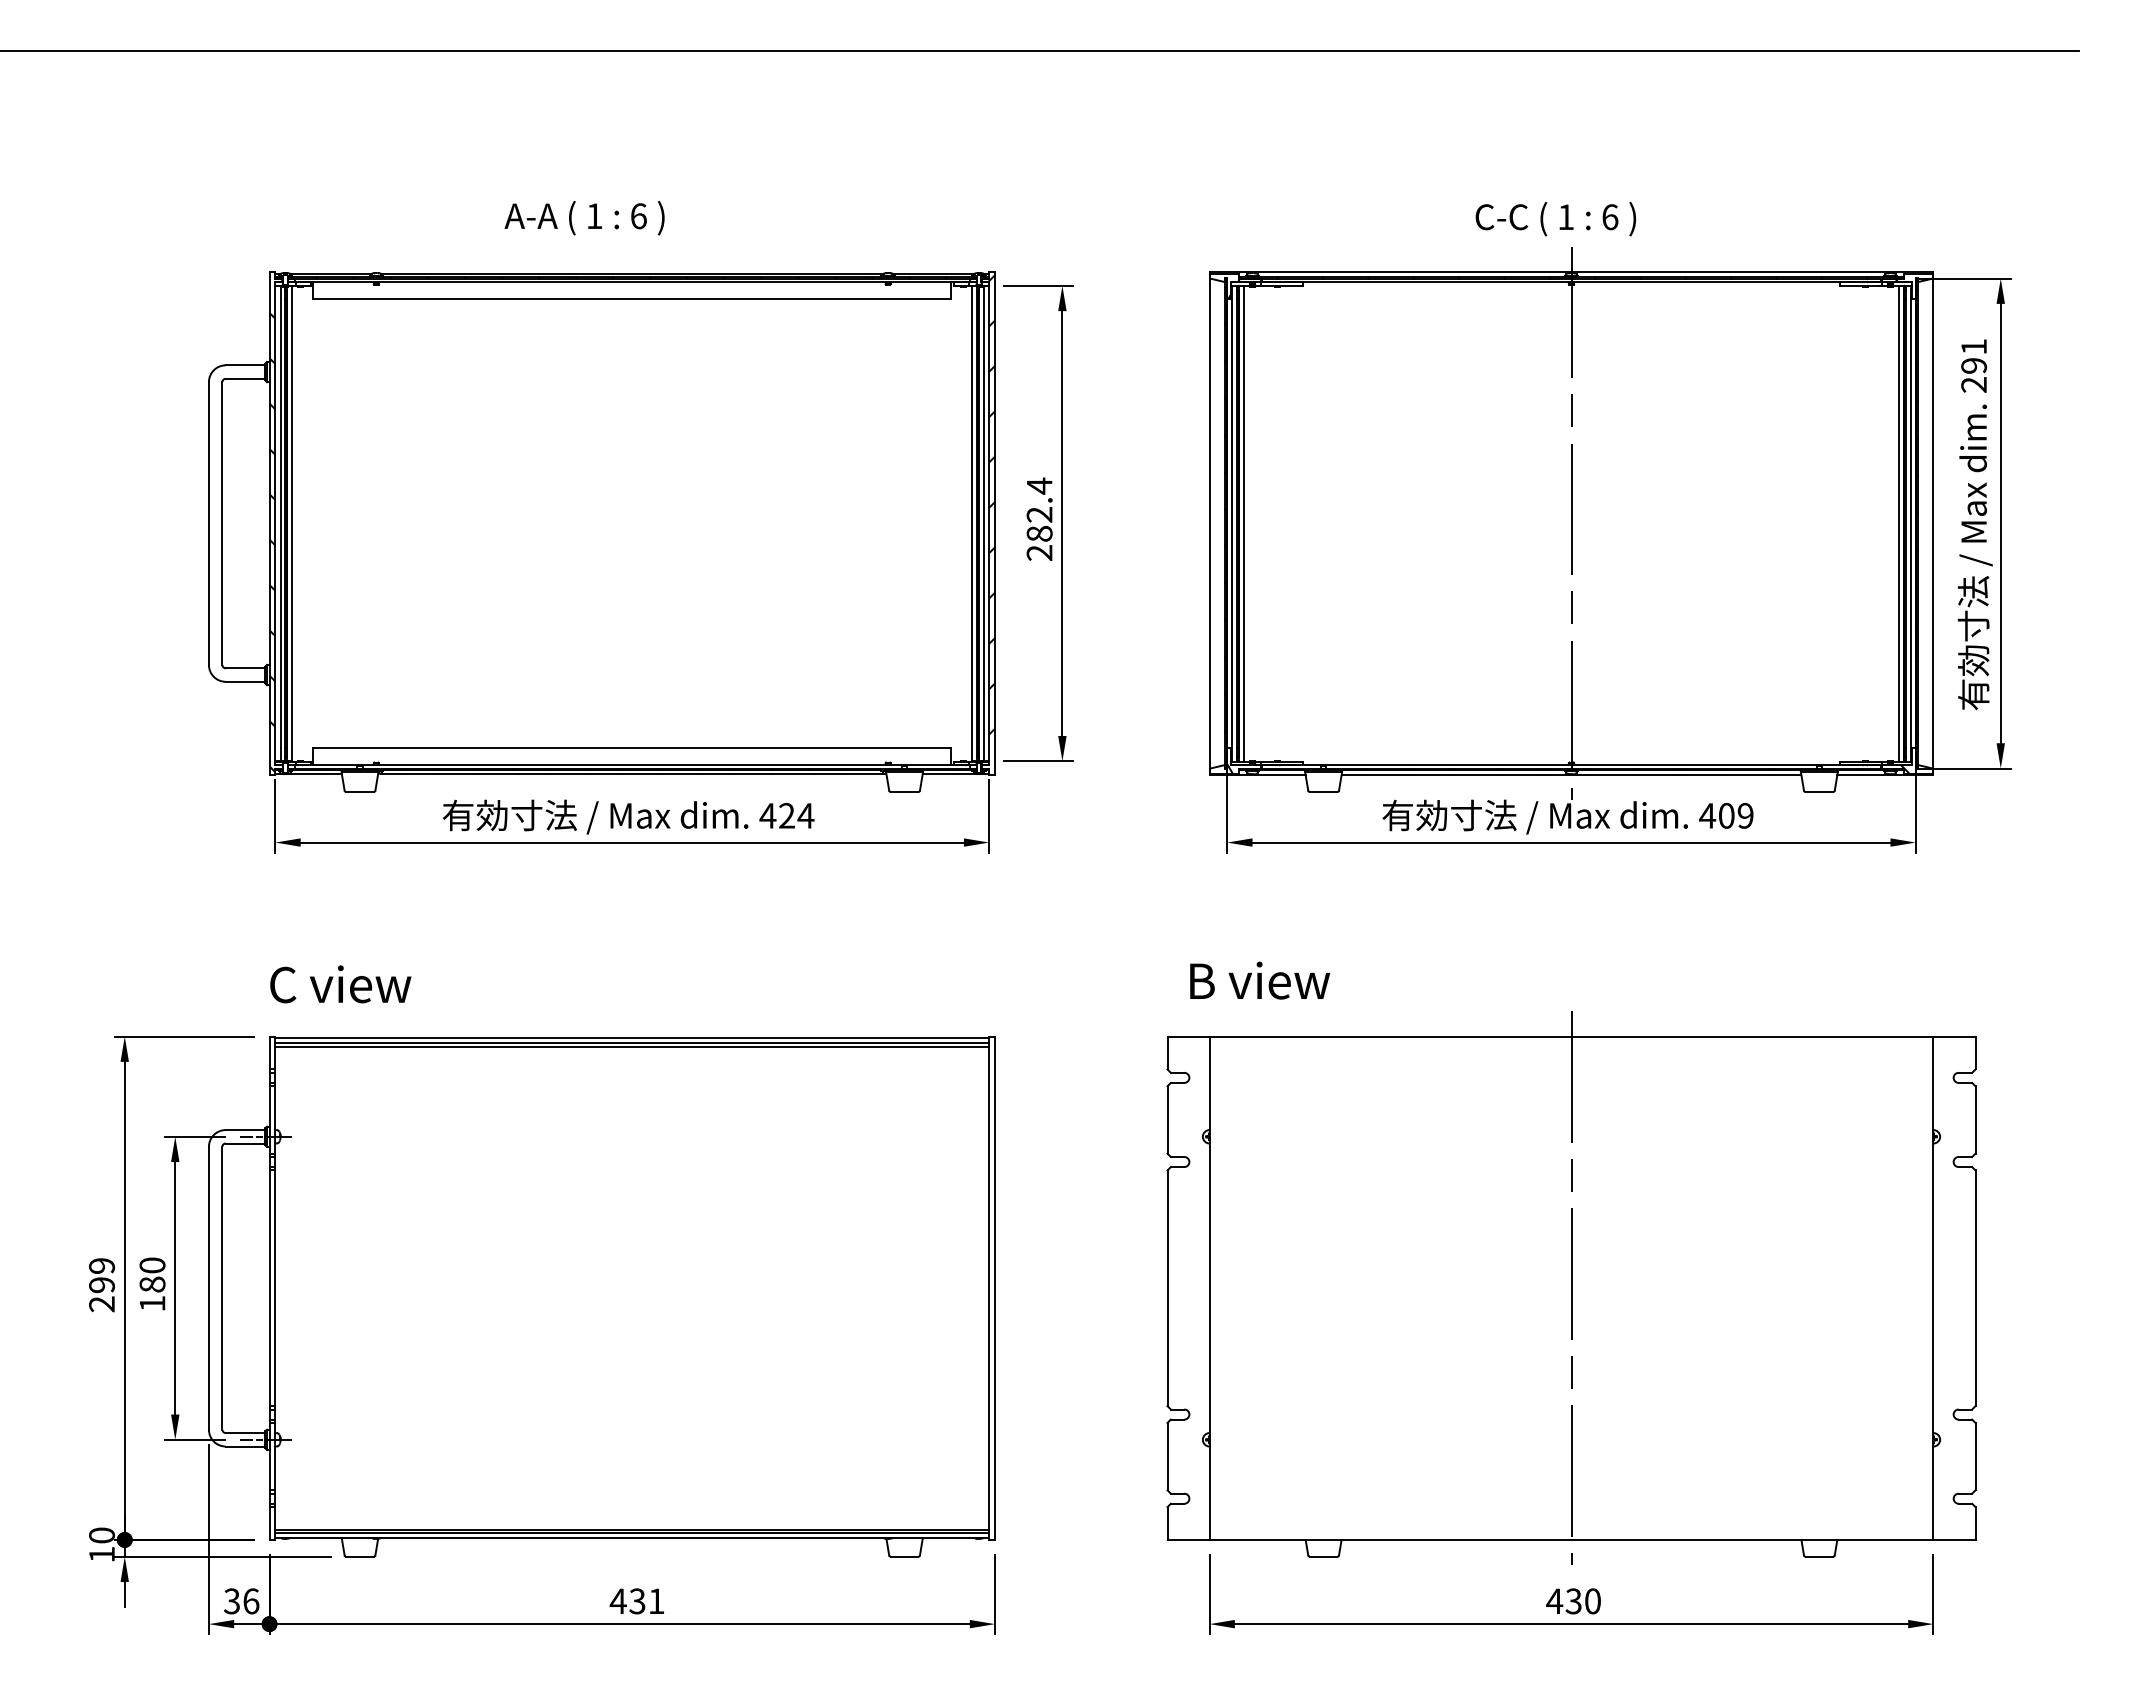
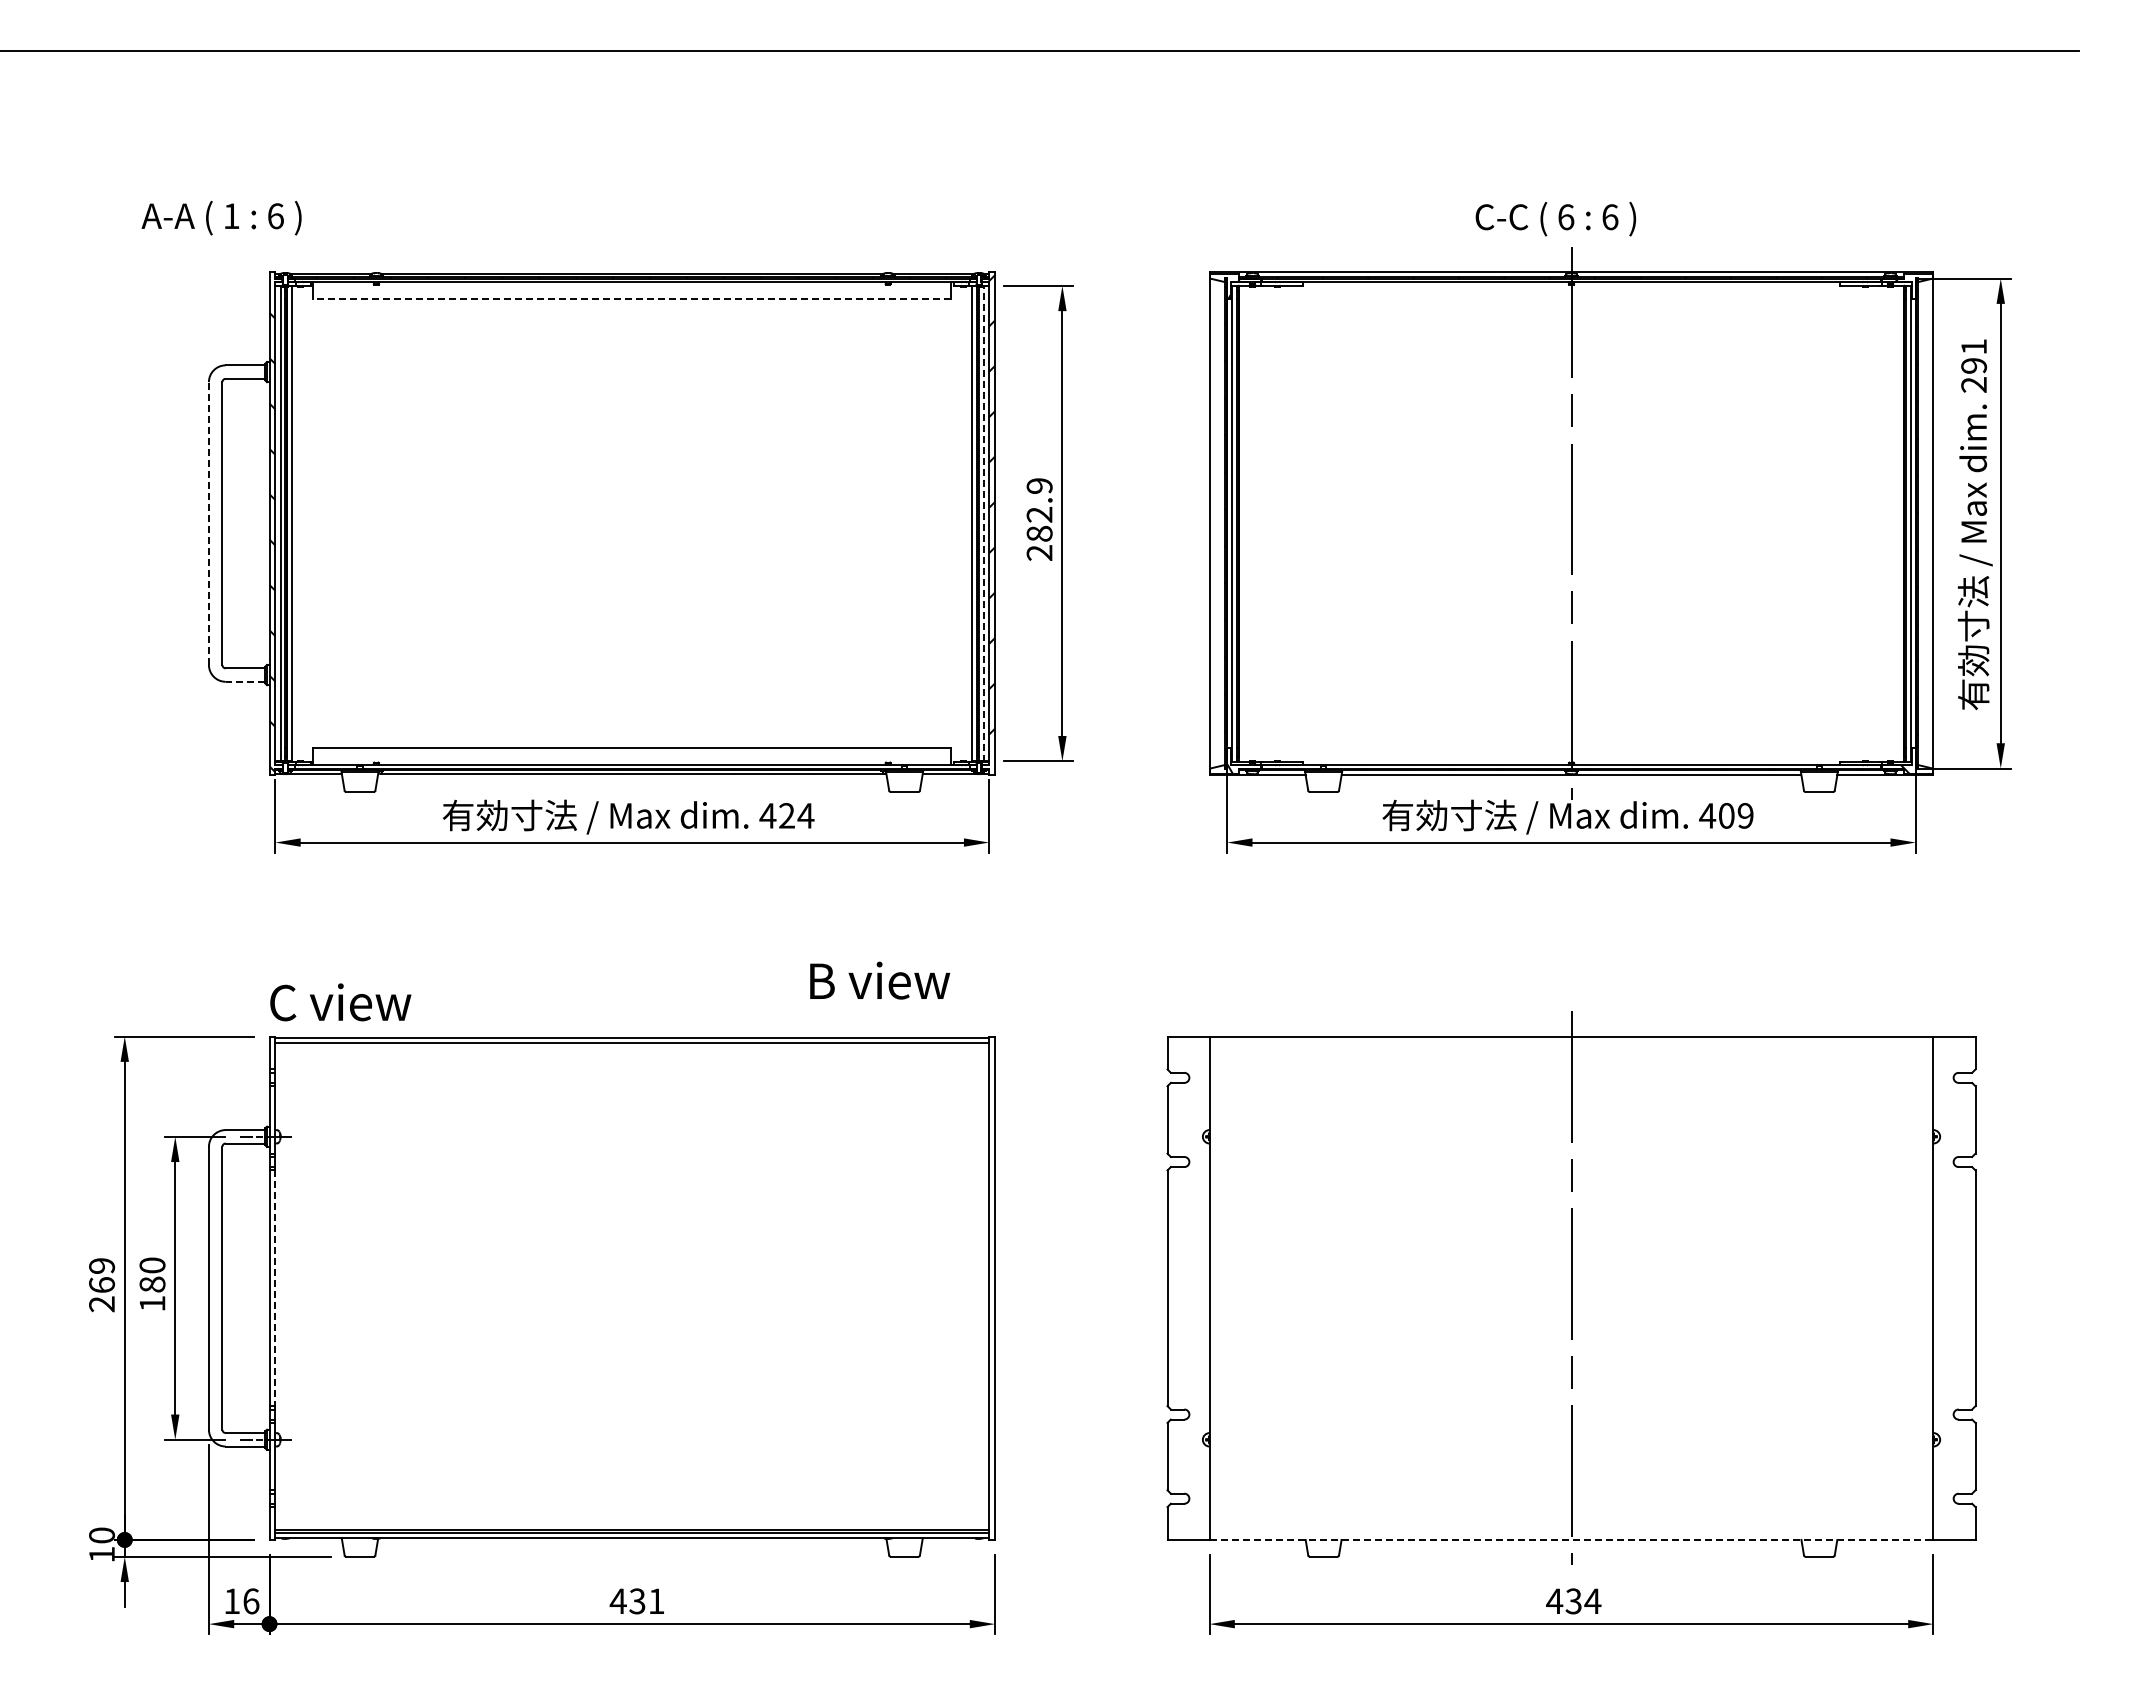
text at (1566, 217): 1 -> 6
text at (584, 218) position: (584, 218) -> (221, 218)
line at (632, 298): solid -> dashed
text at (1039, 485): 282.4 -> 282.9
line at (208, 523): solid -> dashed
line at (984, 523): solid -> dashed
line at (1244, 523): present -> none
line at (1898, 523): present -> none
line at (245, 681): solid -> dashed
text at (1260, 980) position: (1260, 980) -> (880, 980)
text at (340, 984) position: (340, 984) -> (340, 1002)
line at (632, 1046): present -> none
text at (102, 1285): 299 -> 269
line at (275, 1288): solid -> dashed
line at (1571, 1539): solid -> dashed
text at (231, 1601): 36 -> 16
text at (1592, 1601): 430 -> 434
